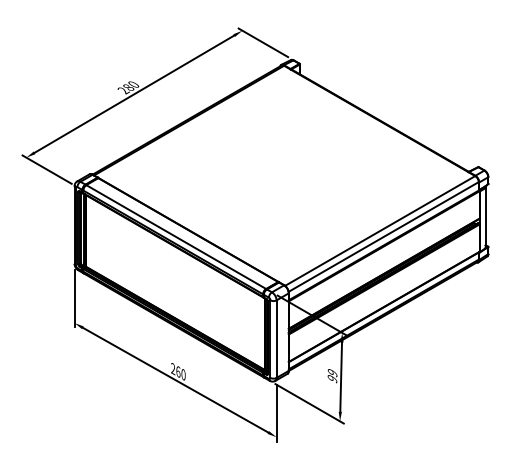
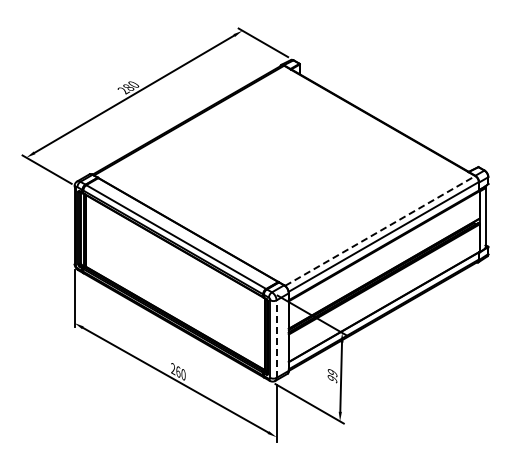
line at (380, 230): solid -> dashed
line at (276, 339): solid -> dashed
